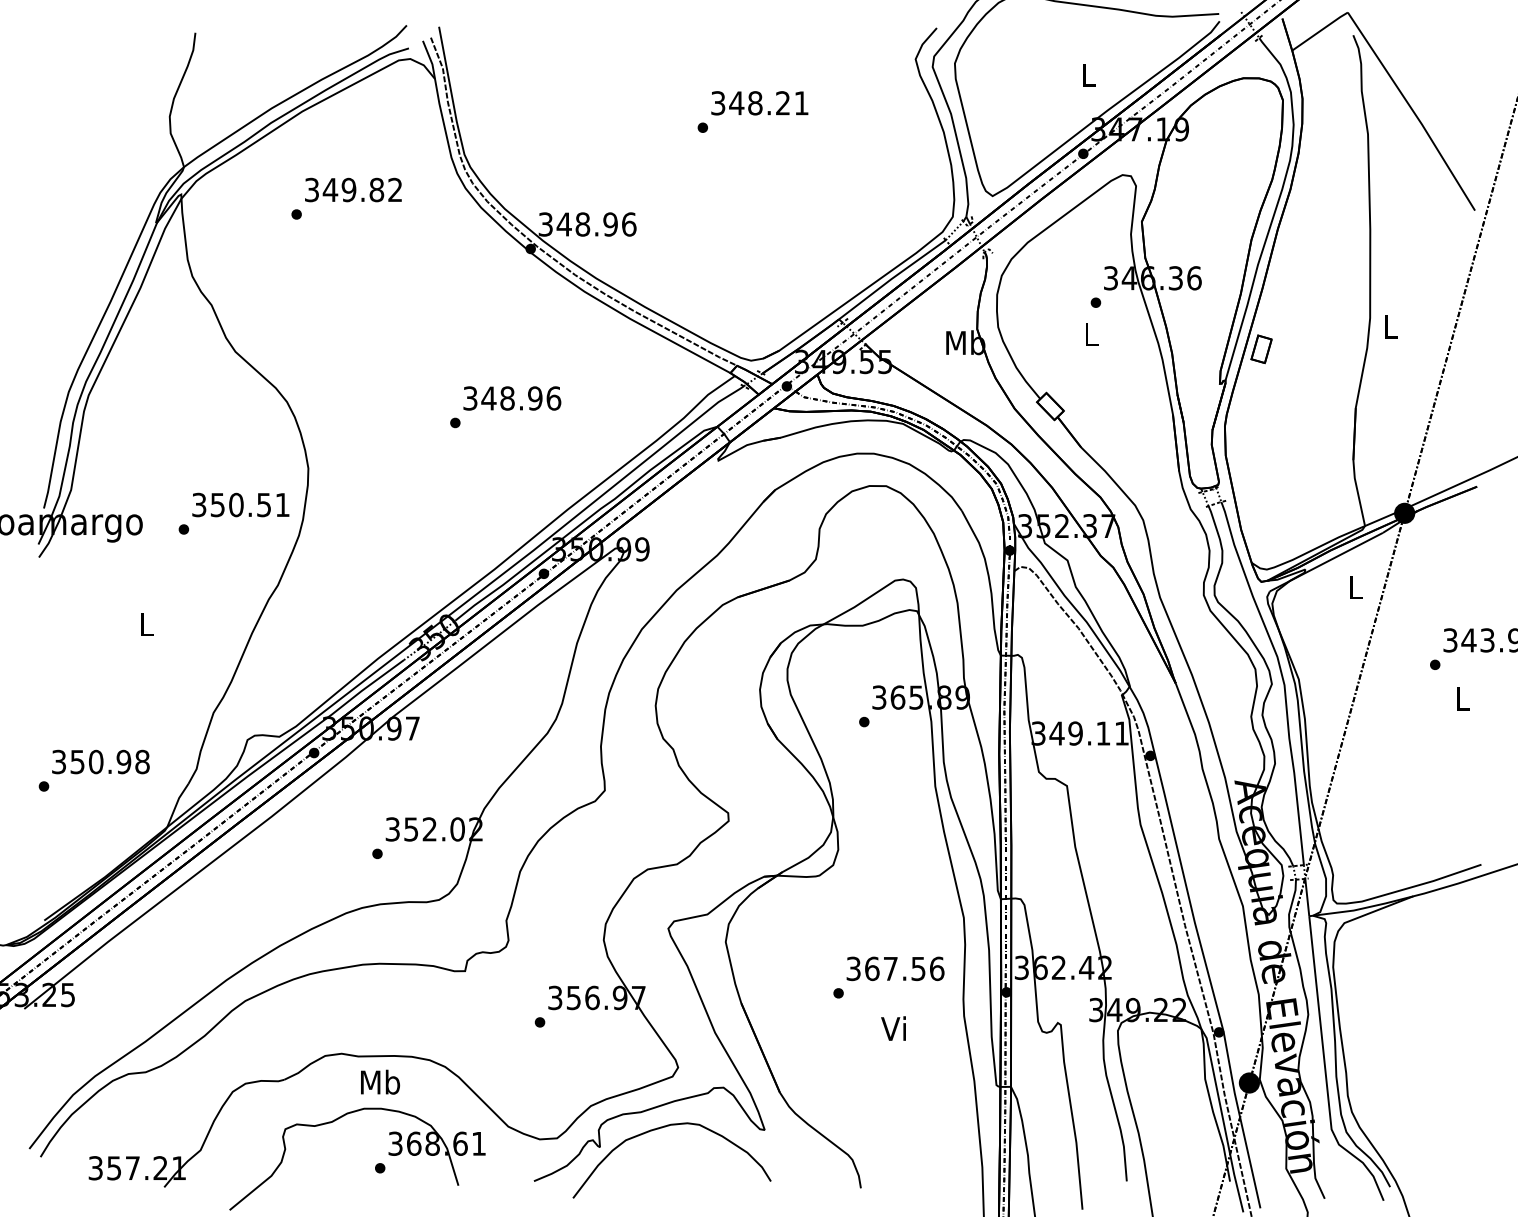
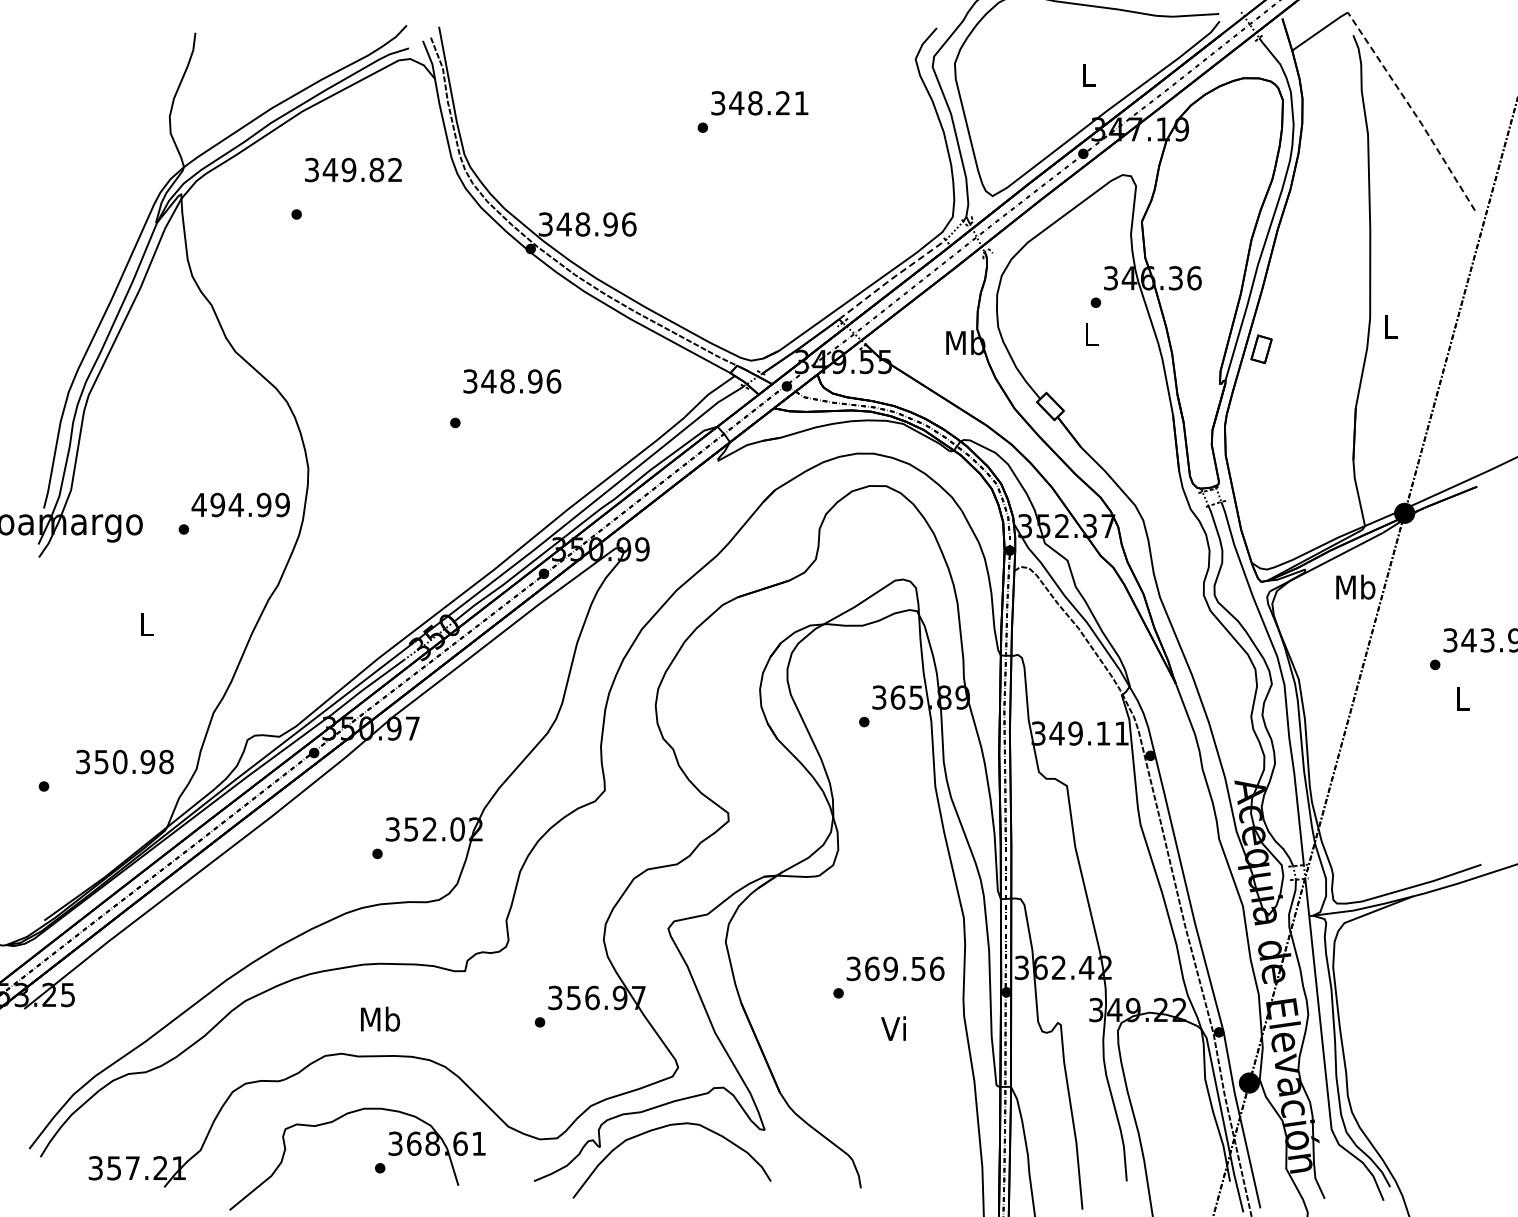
line at (1413, 111): solid -> dashed
text at (353, 189) position: (353, 189) -> (353, 169)
line at (892, 278): solid -> dashed
text at (512, 398) position: (512, 398) -> (512, 381)
text at (240, 504): 350.51 -> 494.99
text at (1355, 586): L -> Mb
text at (100, 761) position: (100, 761) -> (124, 761)
text at (890, 968): 367.56 -> 369.56
text at (380, 1081) position: (380, 1081) -> (380, 1018)
